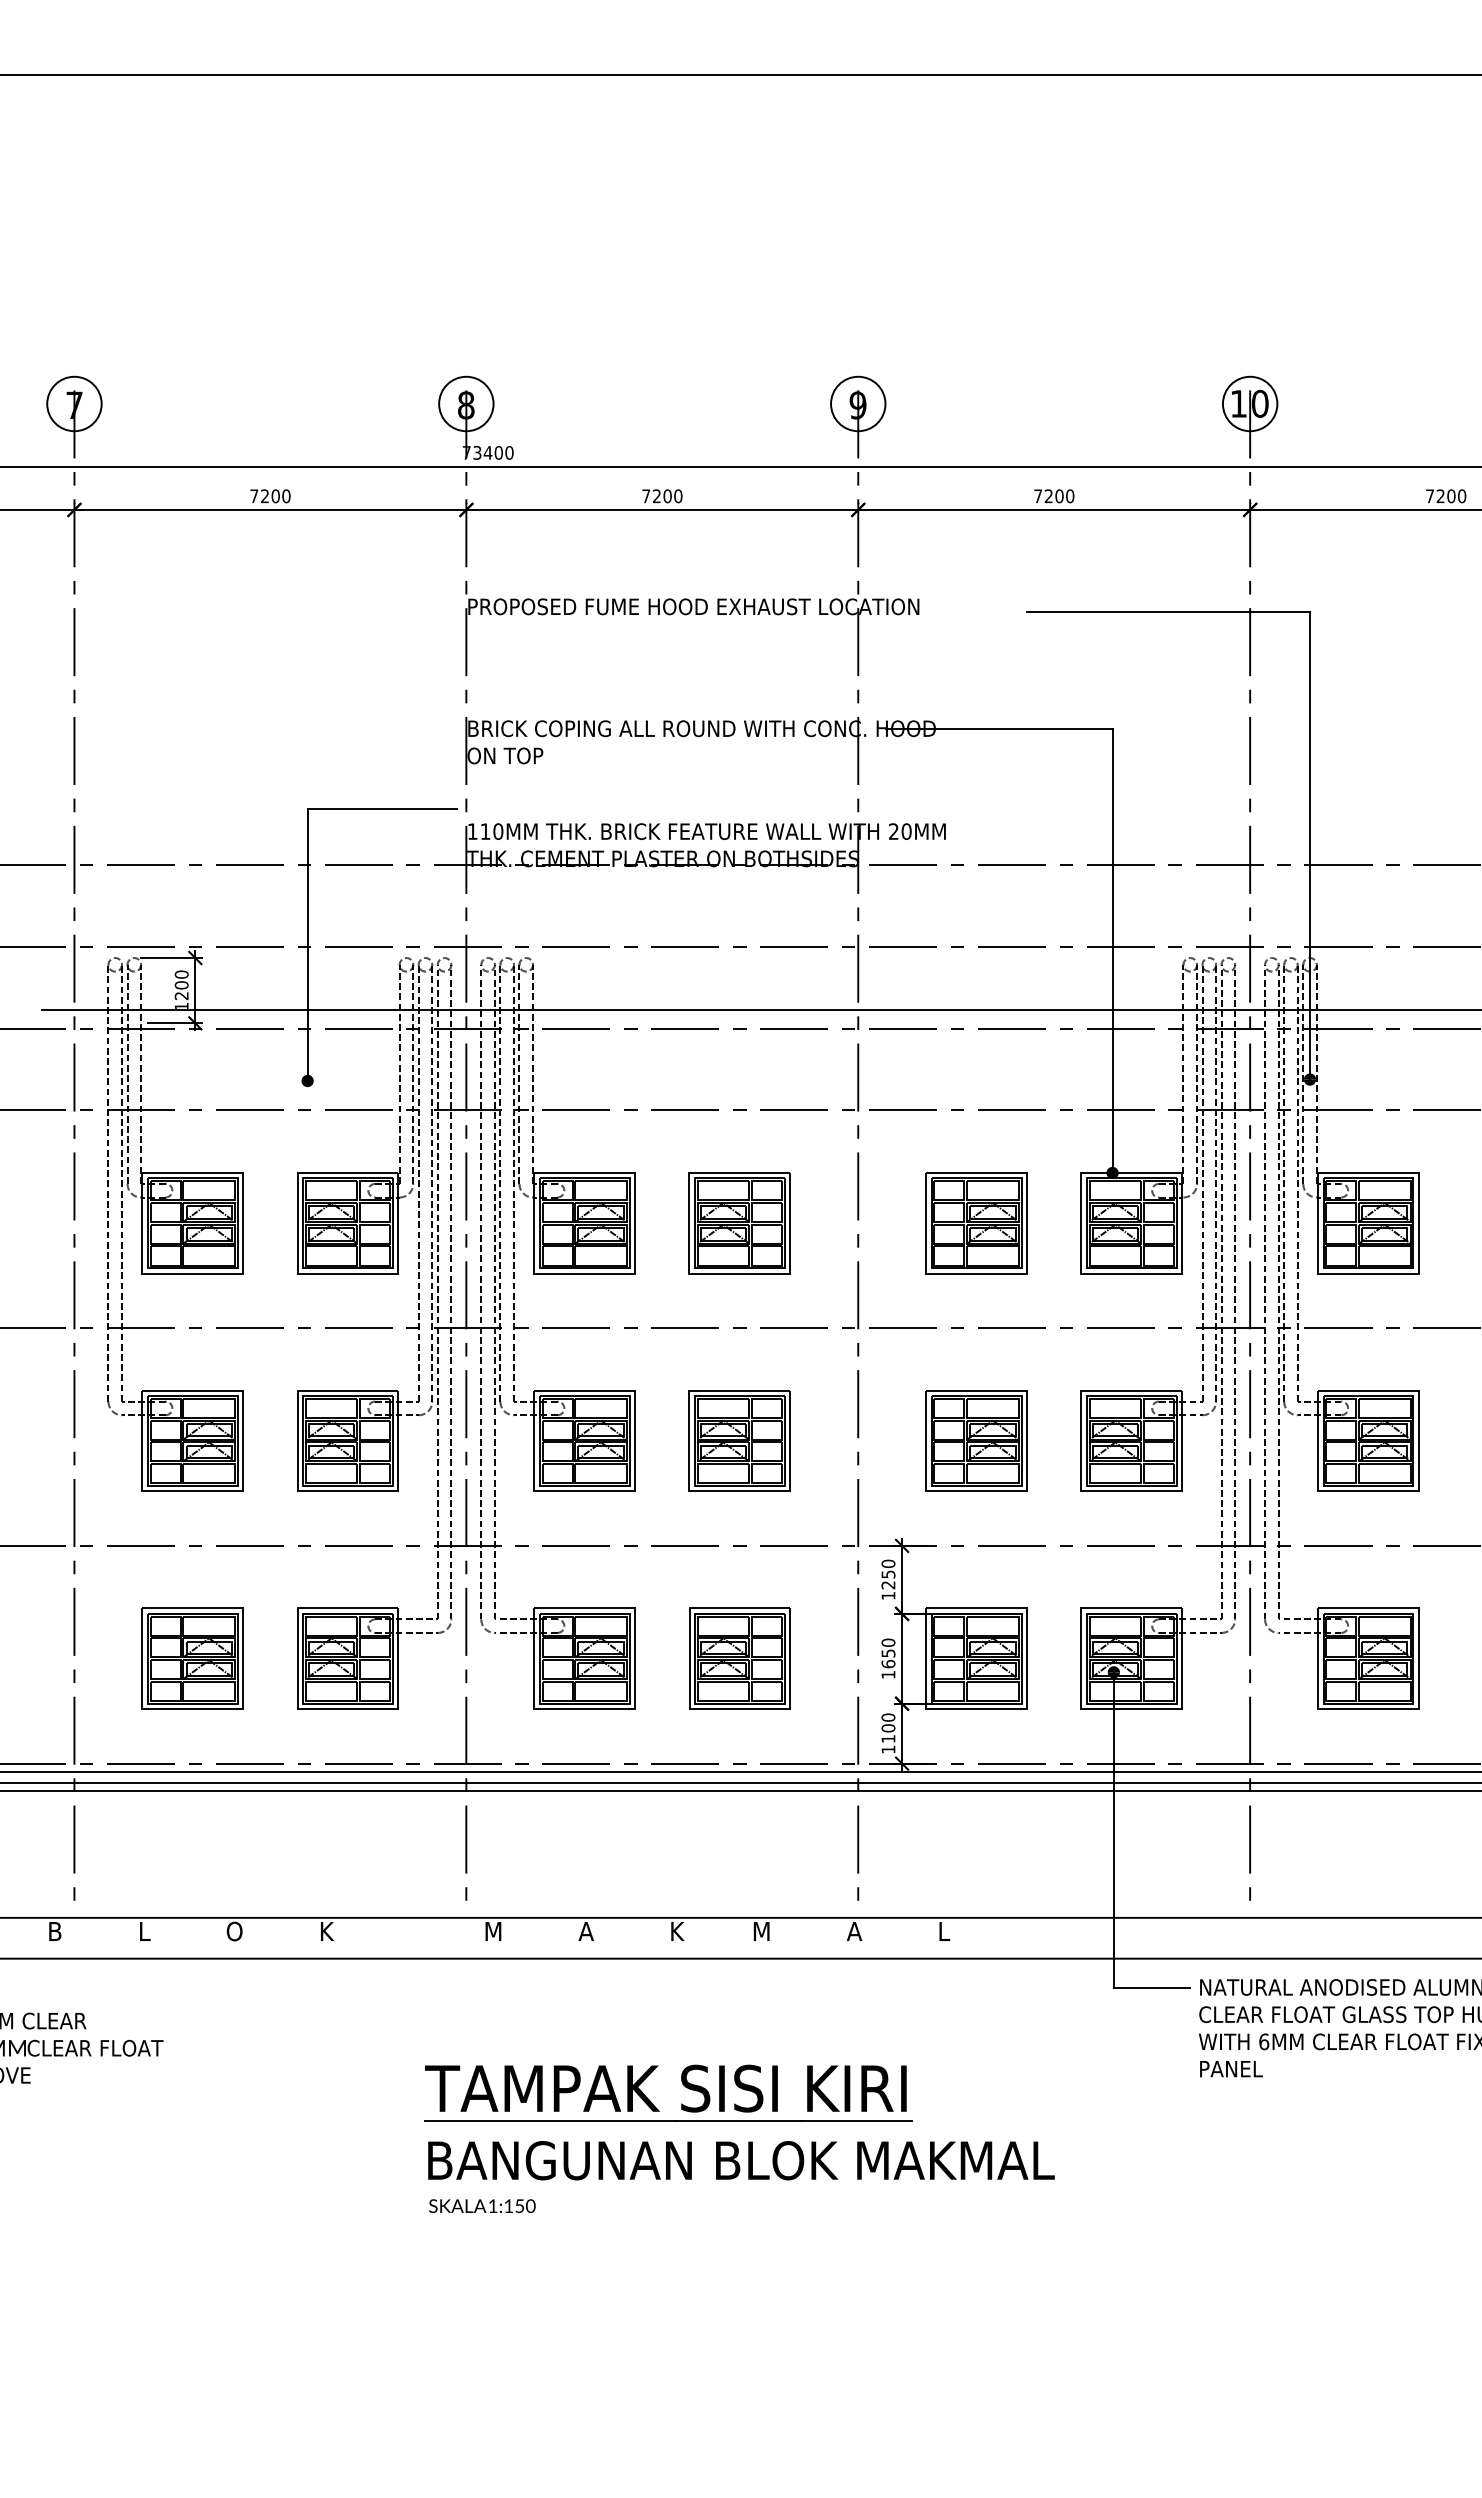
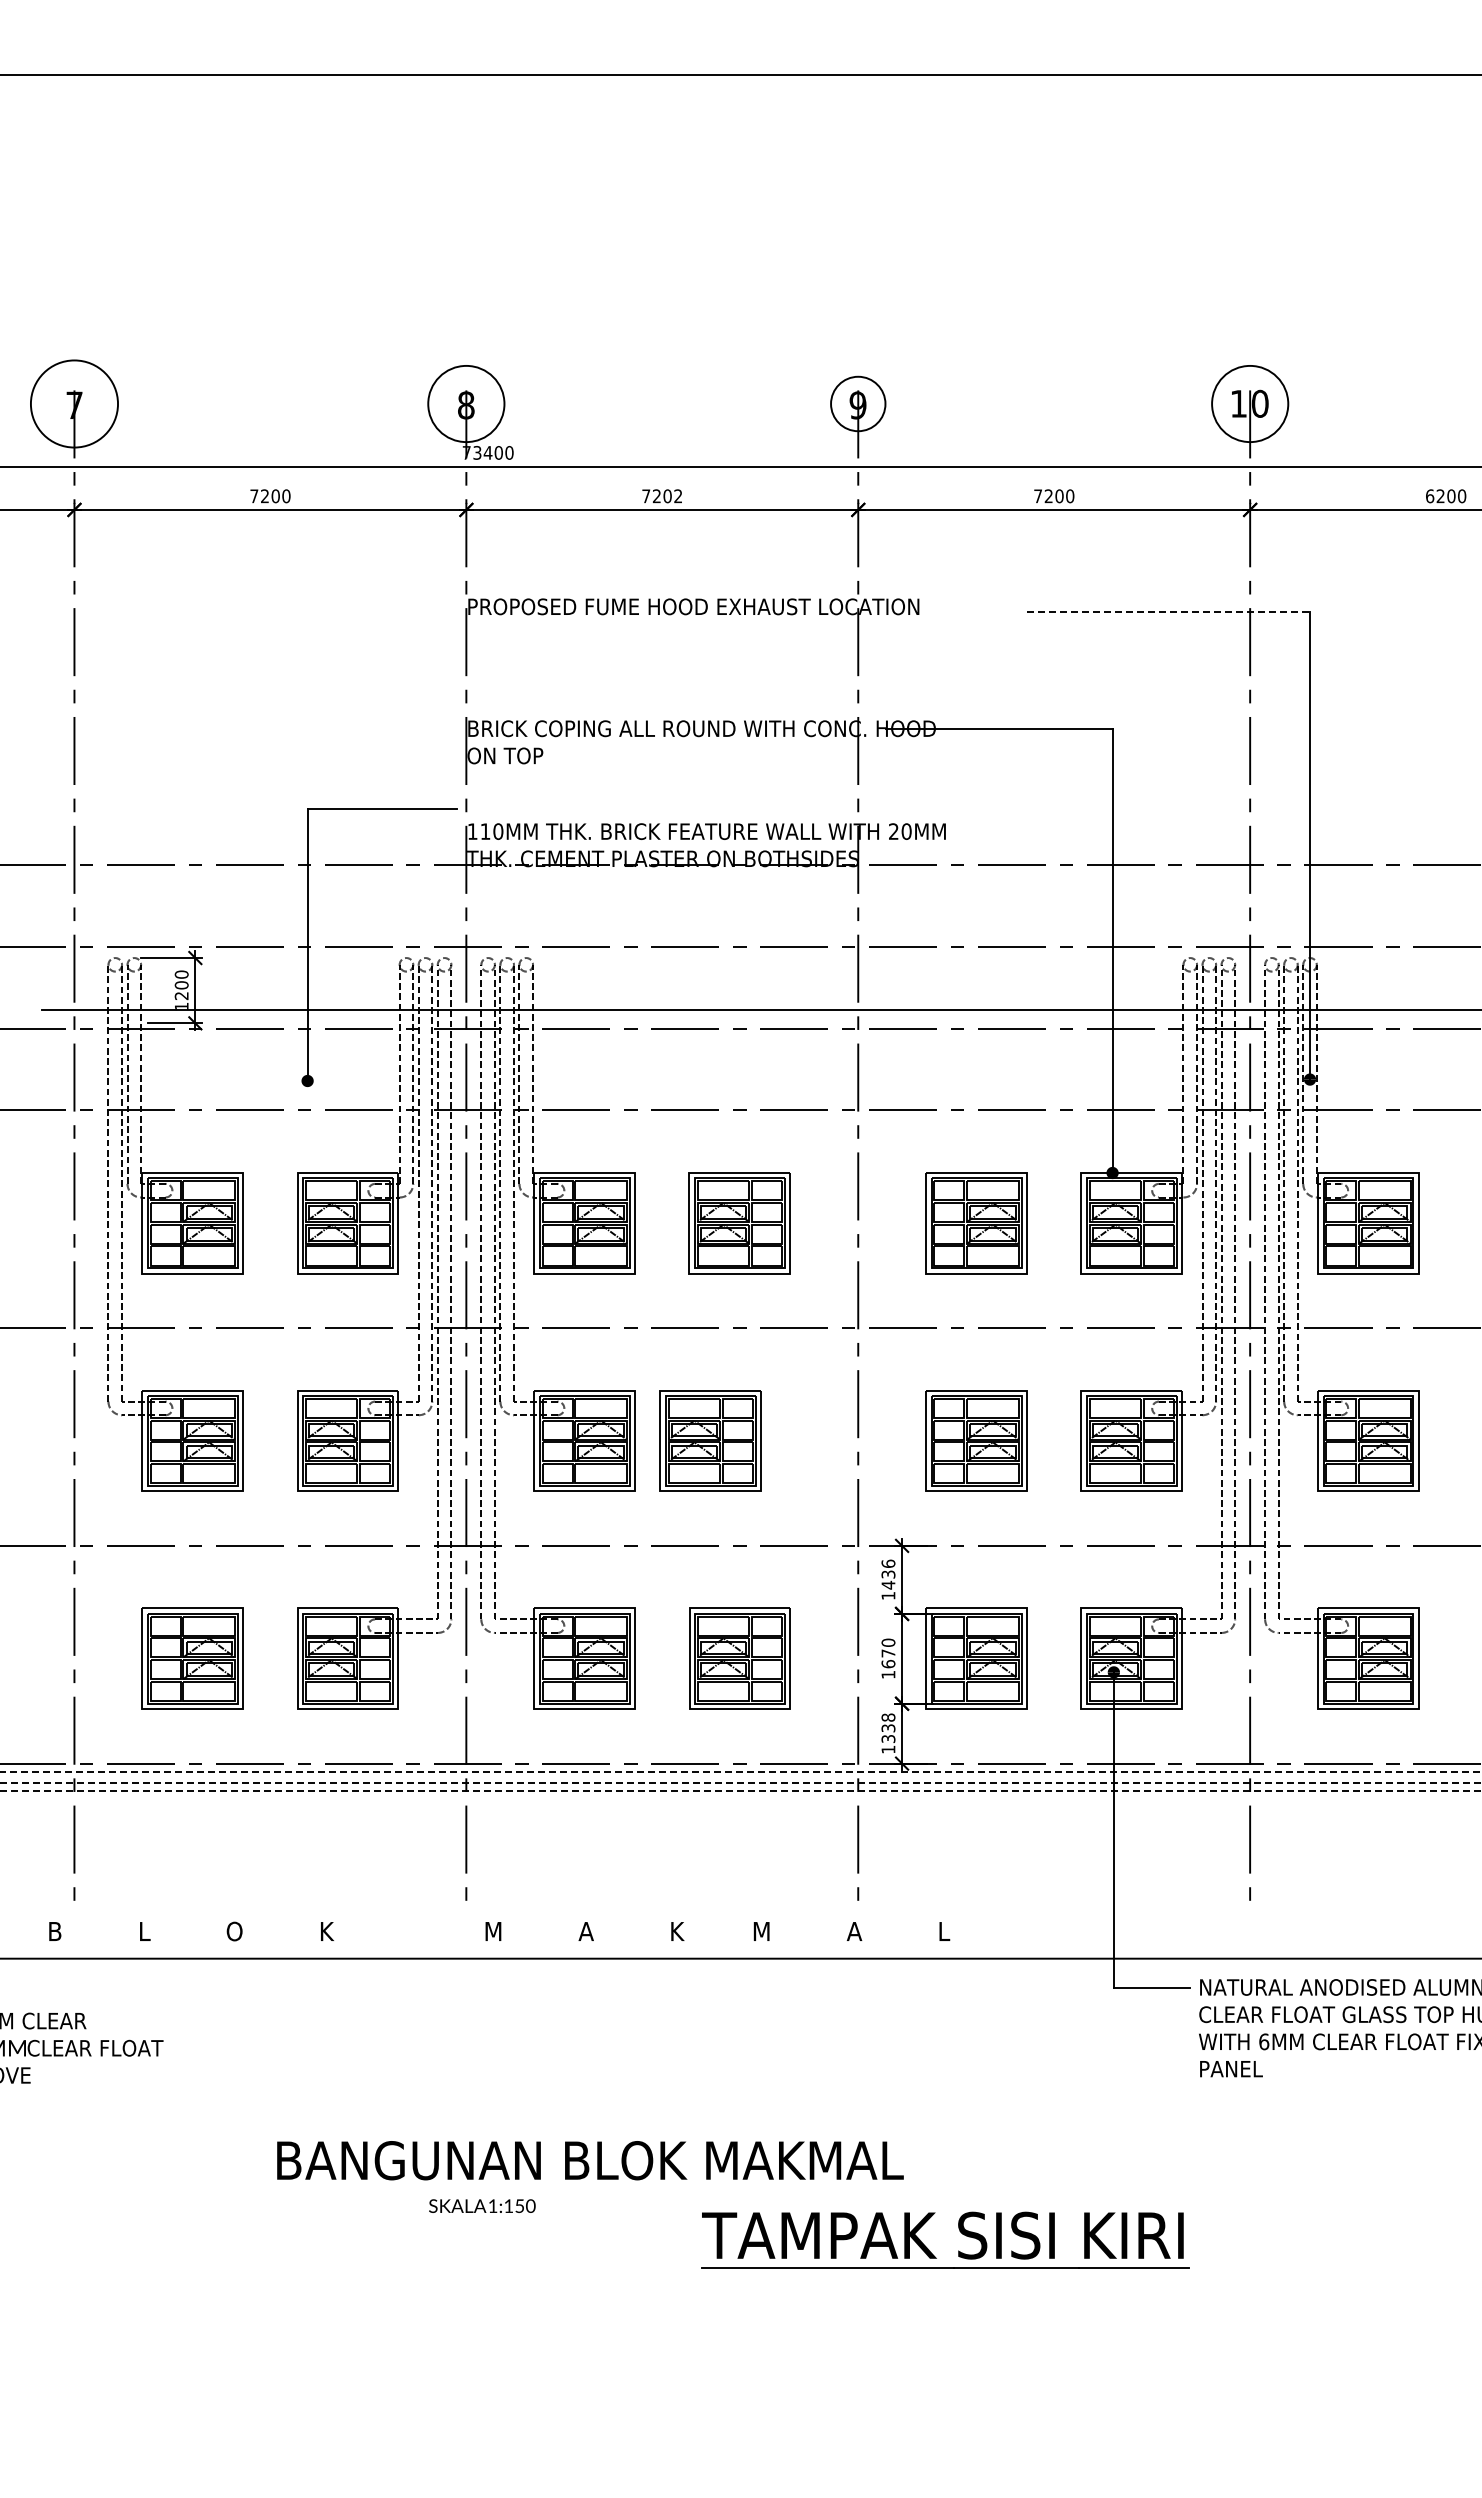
circle at (74, 403) diameter: 54 px -> 87 px
circle at (466, 403) diameter: 54 px -> 76 px
circle at (1249, 403) diameter: 54 px -> 76 px
text at (678, 496): 7200 -> 7202
text at (1430, 496): 7200 -> 6200
line at (1169, 611): solid -> dashed
part at (739, 1440) position: (739, 1440) -> (710, 1440)
text at (888, 1574): 1250 -> 1436
text at (888, 1653): 1650 -> 1670
text at (888, 1727): 1100 -> 1338
line at (740, 1771): solid -> dashed
line at (740, 1782): solid -> dashed
line at (740, 1790): solid -> dashed
line at (740, 1917): present -> none
part at (682, 2084) position: (682, 2084) -> (959, 2231)
text at (741, 2160) position: (741, 2160) -> (590, 2160)
